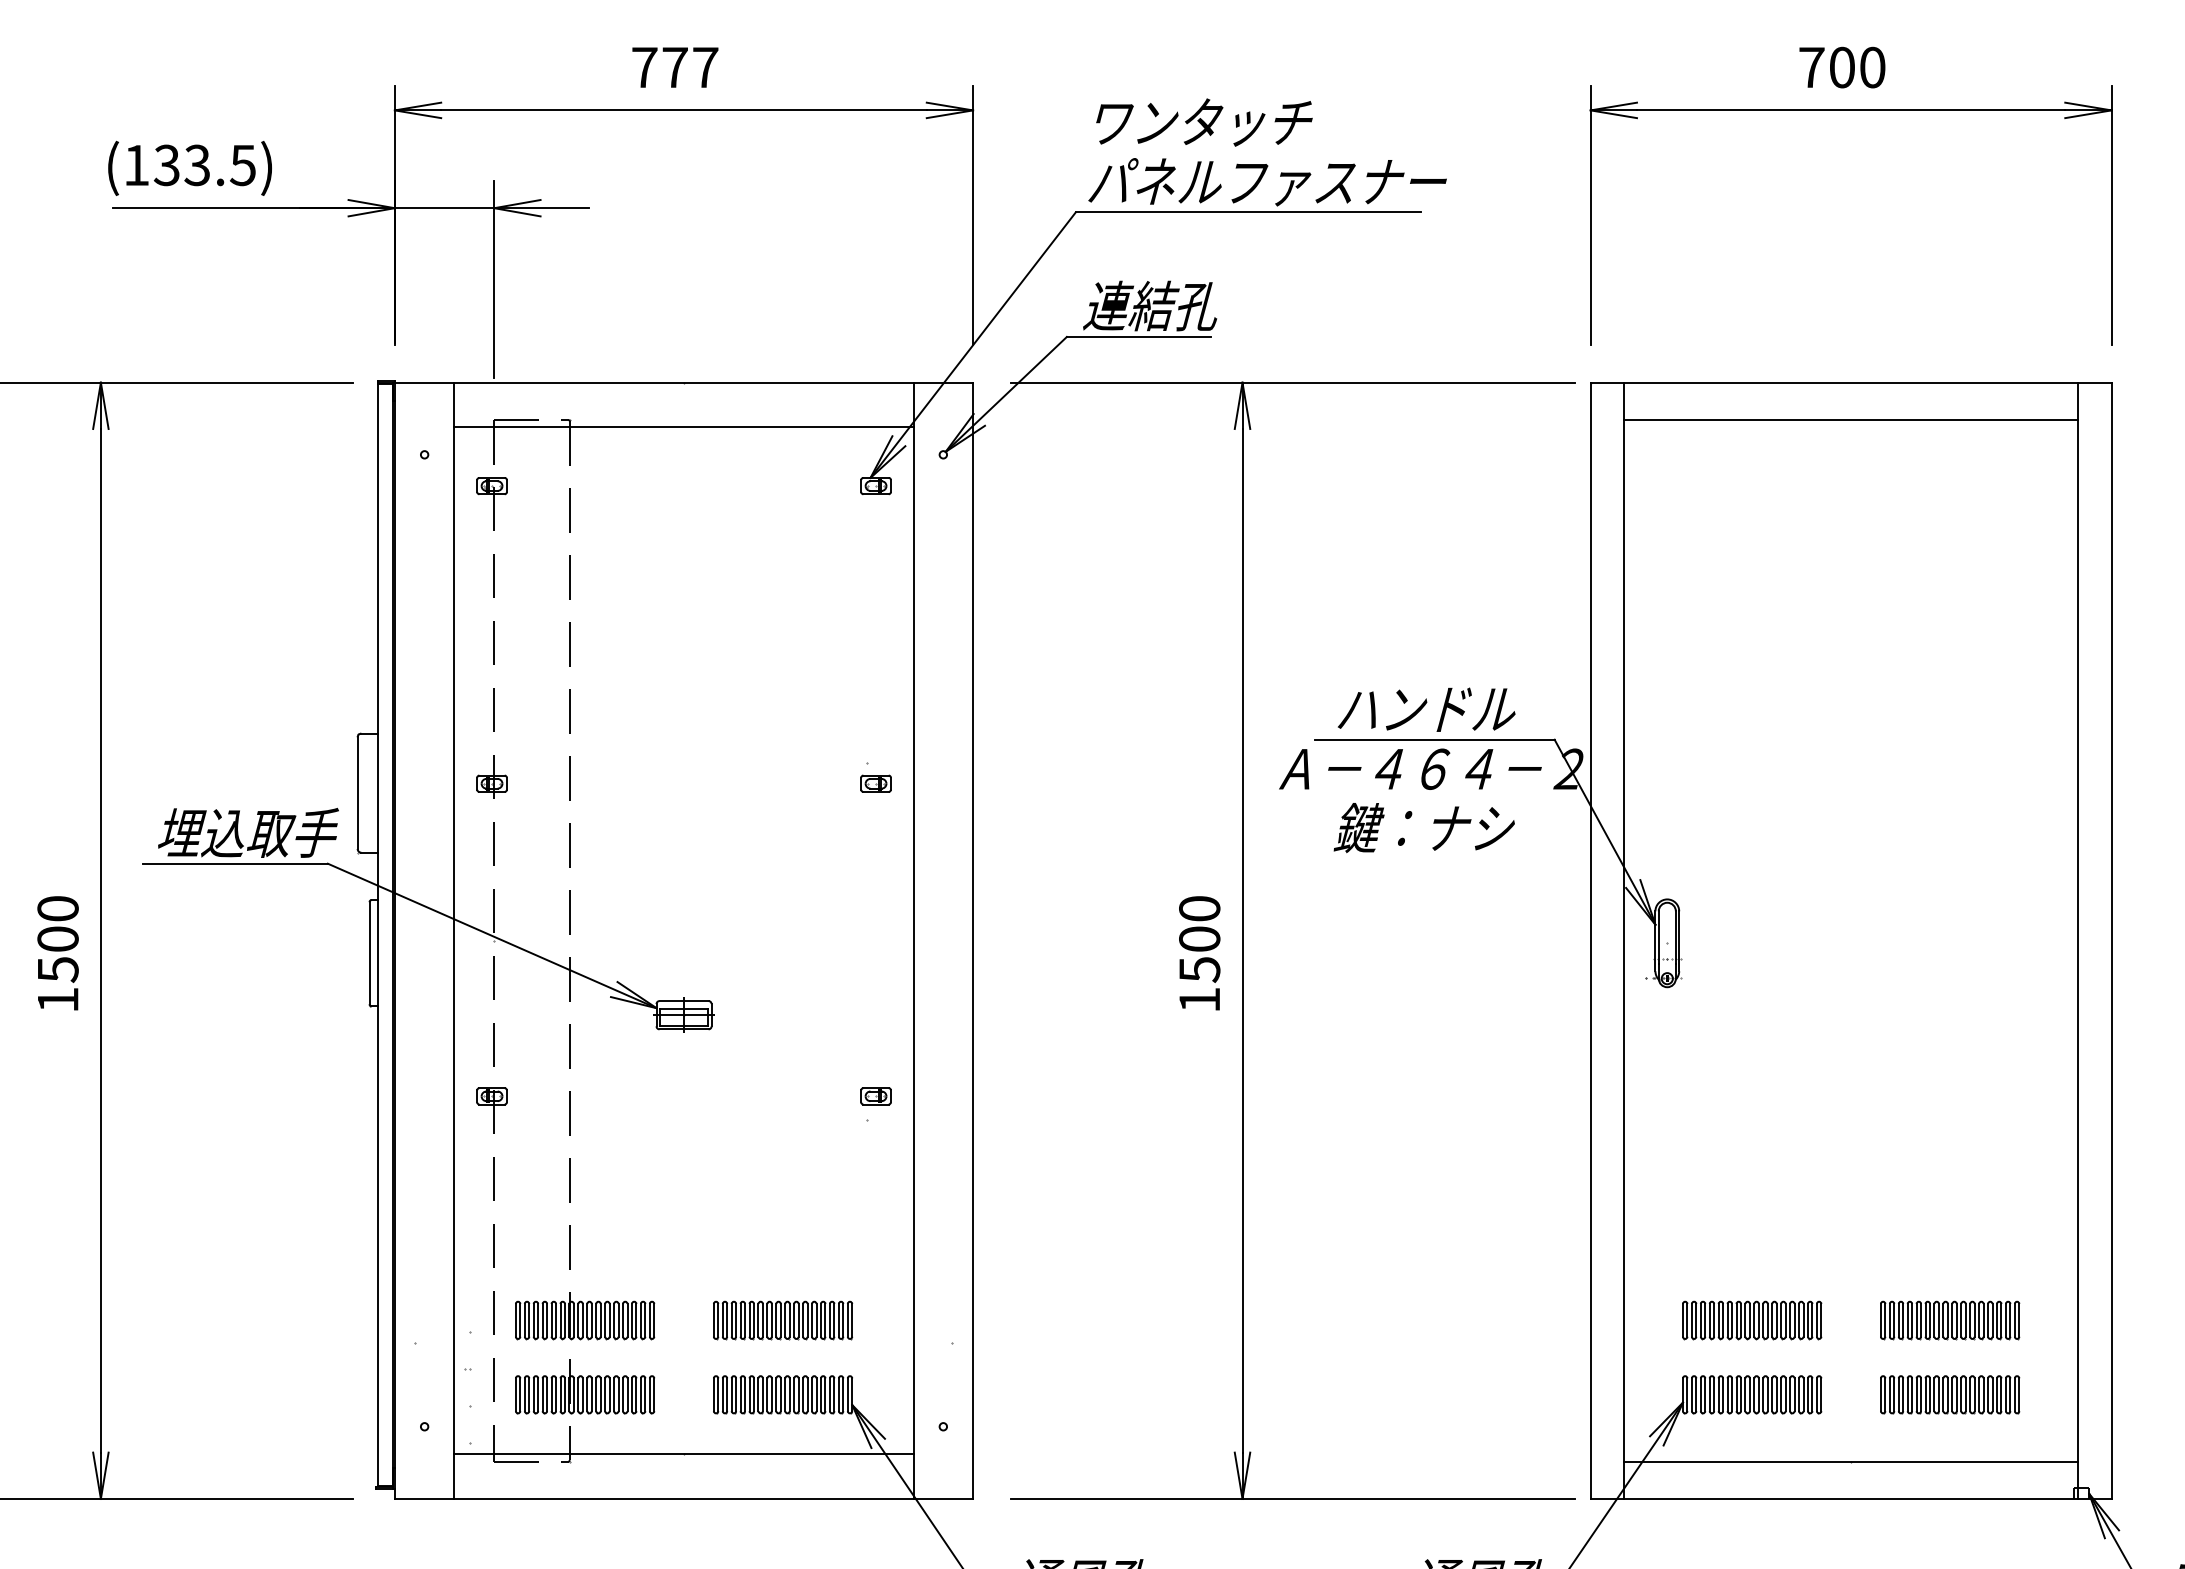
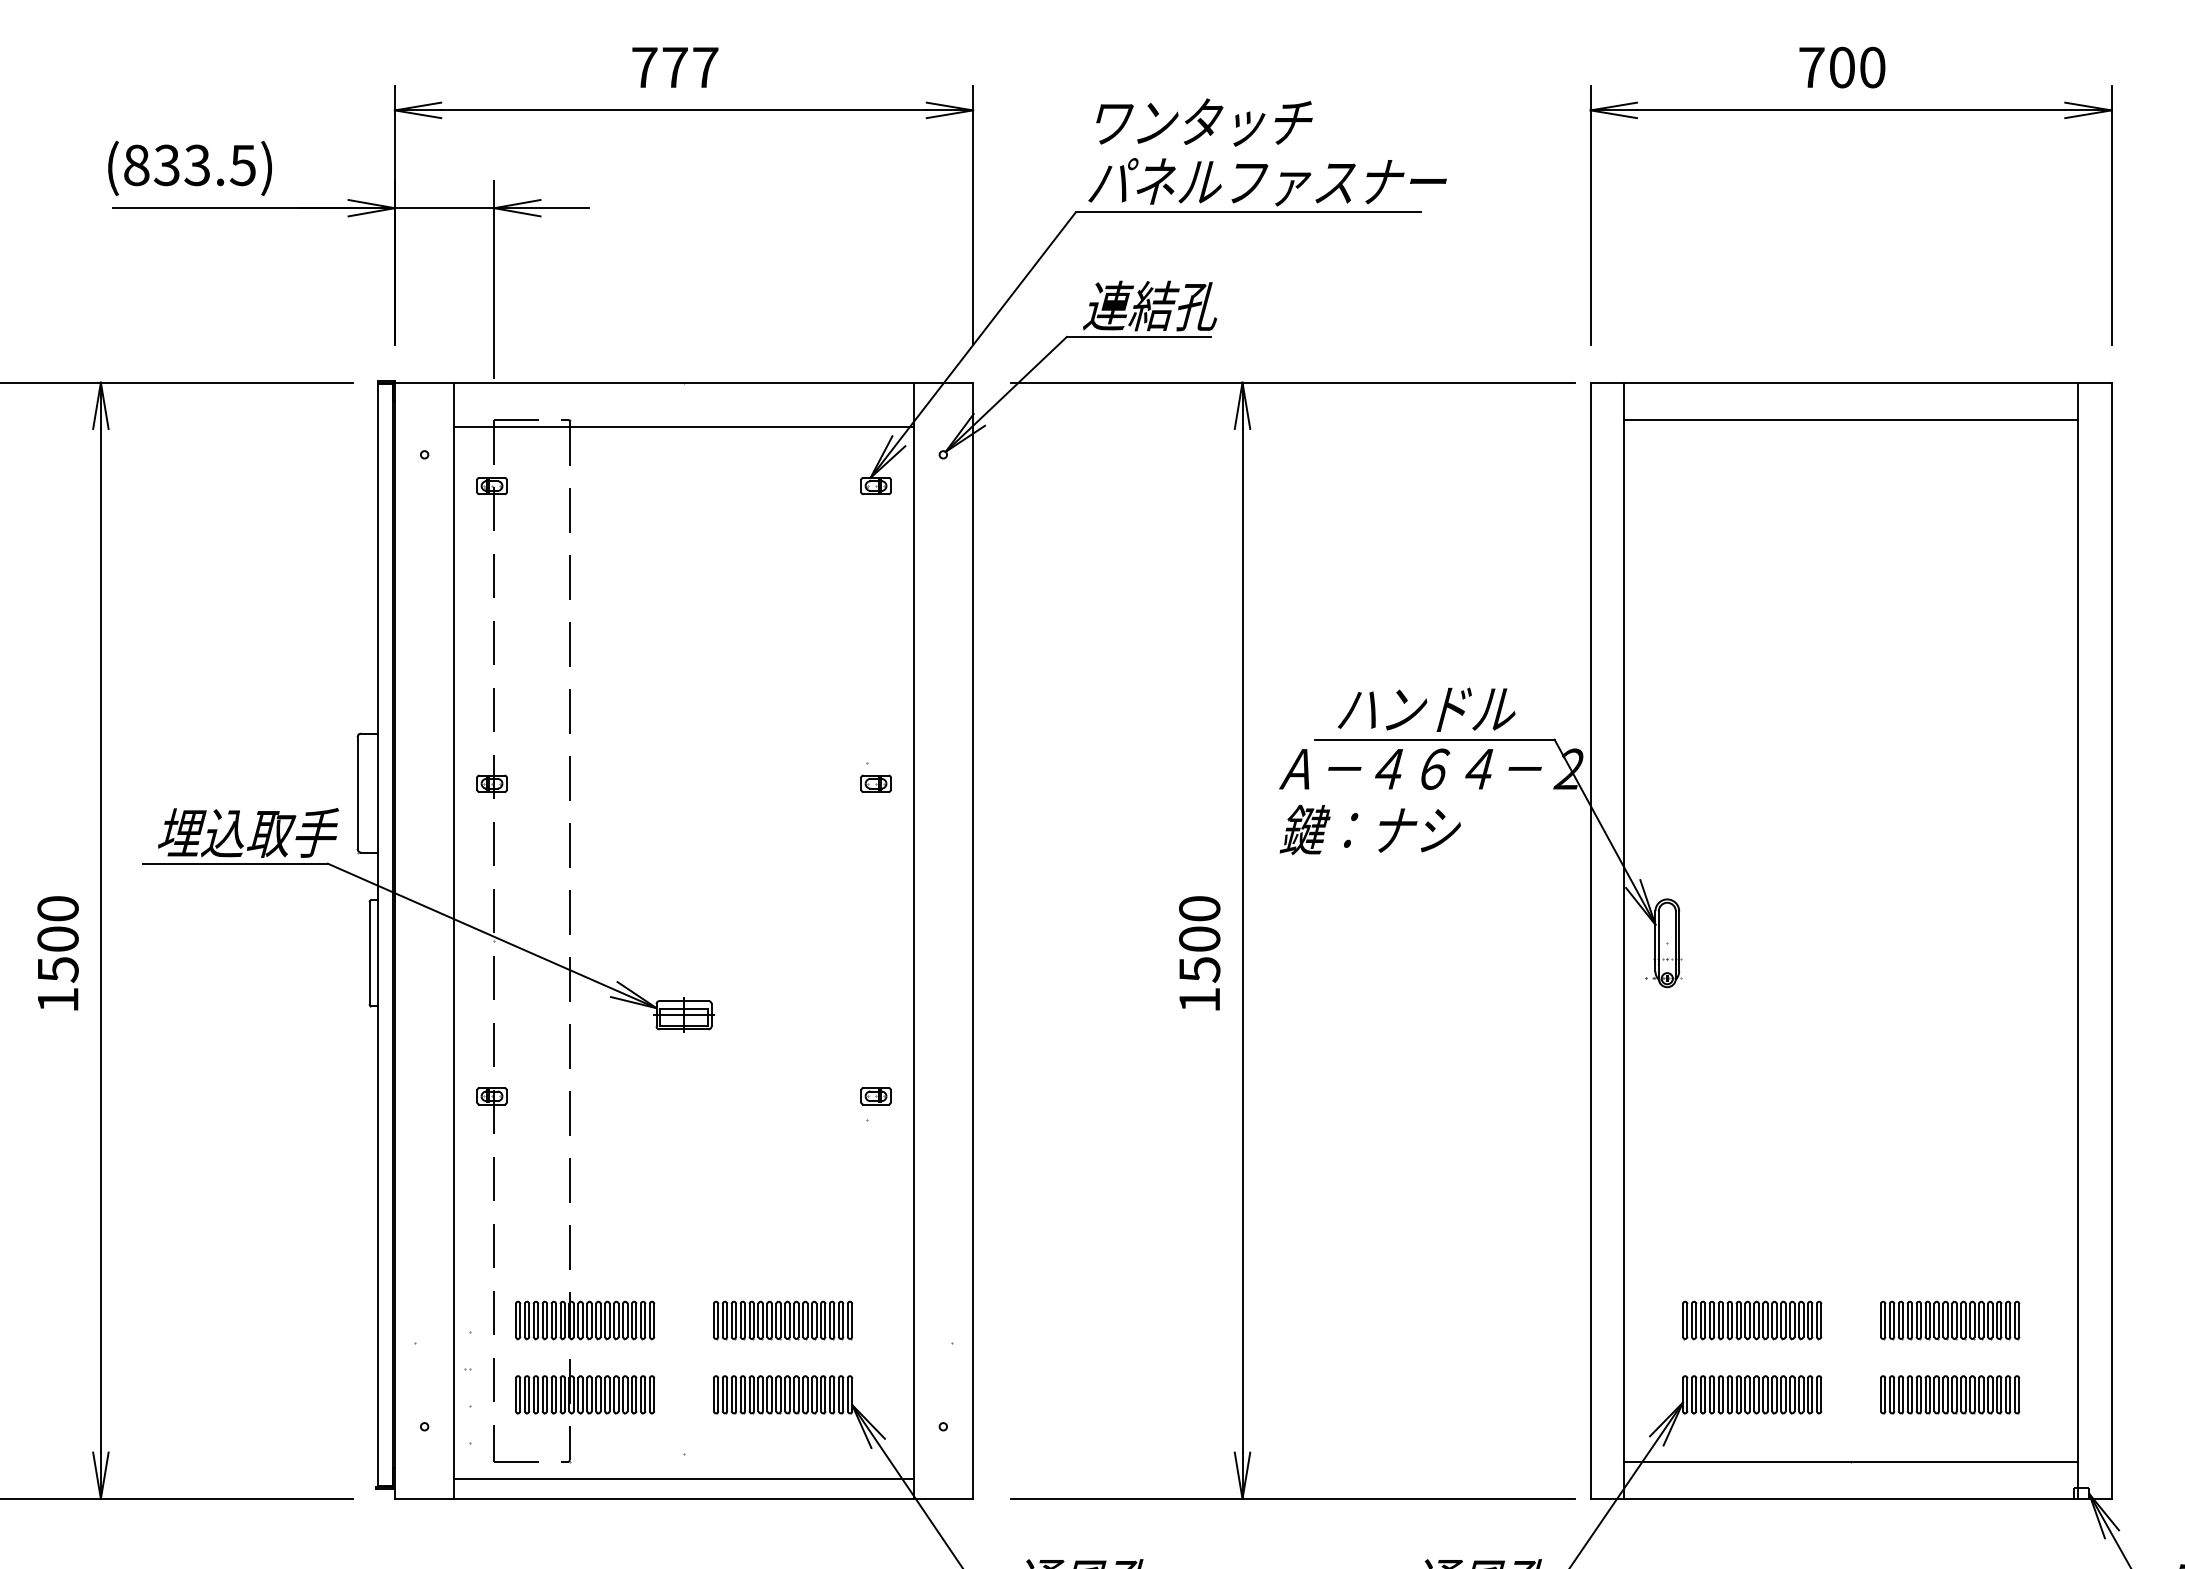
text at (136, 165): (133.5) -> (833.5)
text at (1423, 828) position: (1423, 828) -> (1369, 830)
line at (683, 1454) position: (683, 1454) -> (683, 1479)
